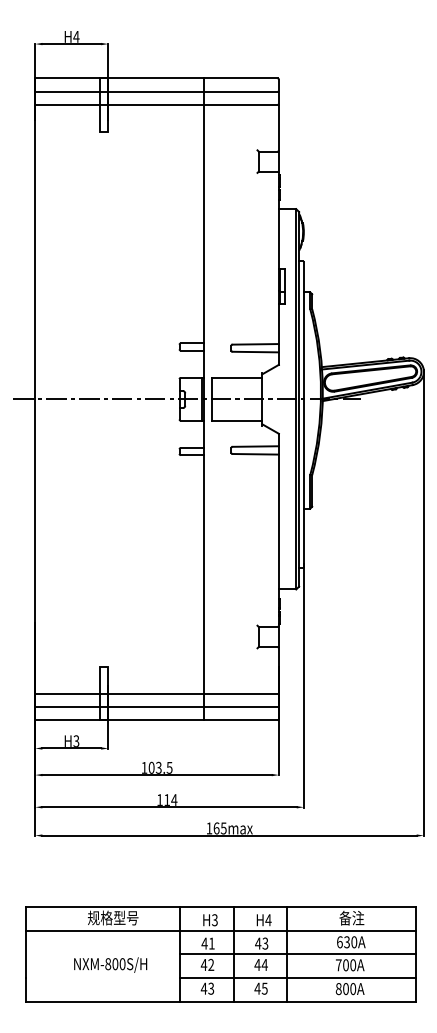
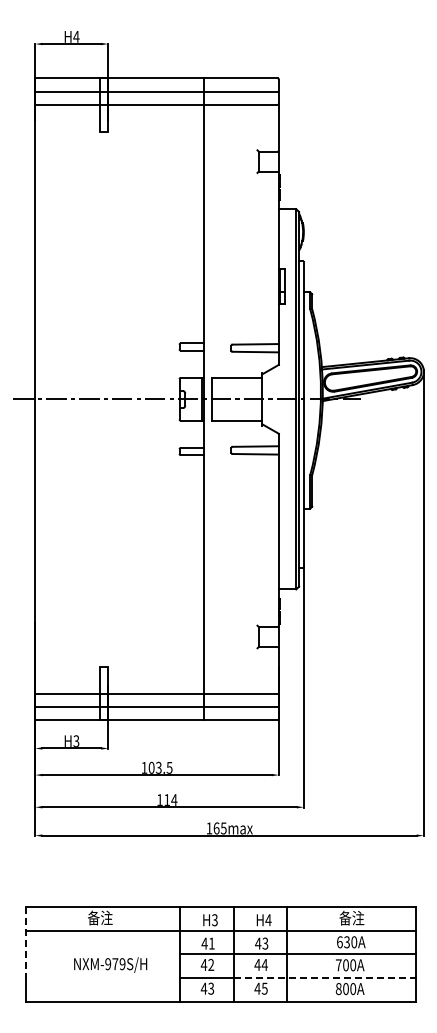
text at (113, 917): 规格型号 -> 备注
line at (26, 942): solid -> dashed
text at (115, 964): NXM-800S/H -> NXM-979S/H
line at (325, 978): solid -> dashed
